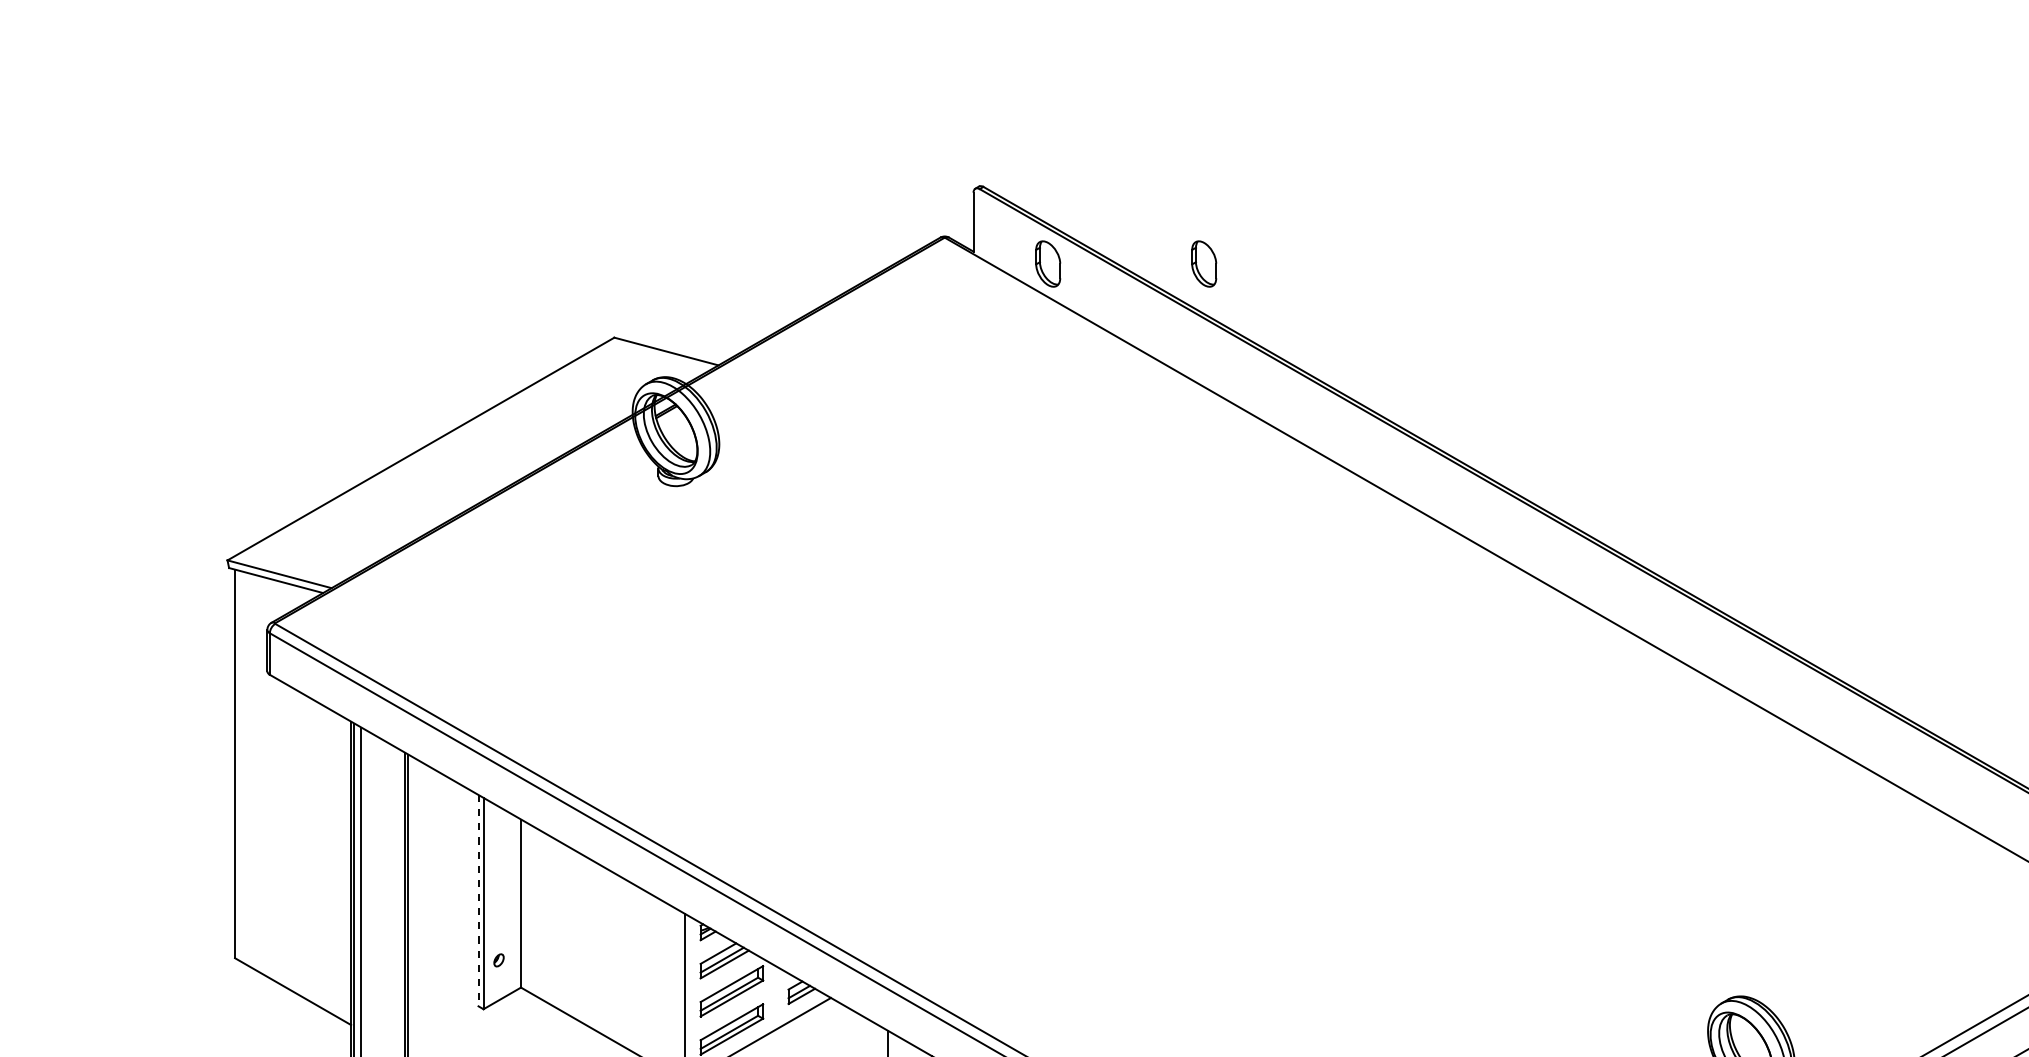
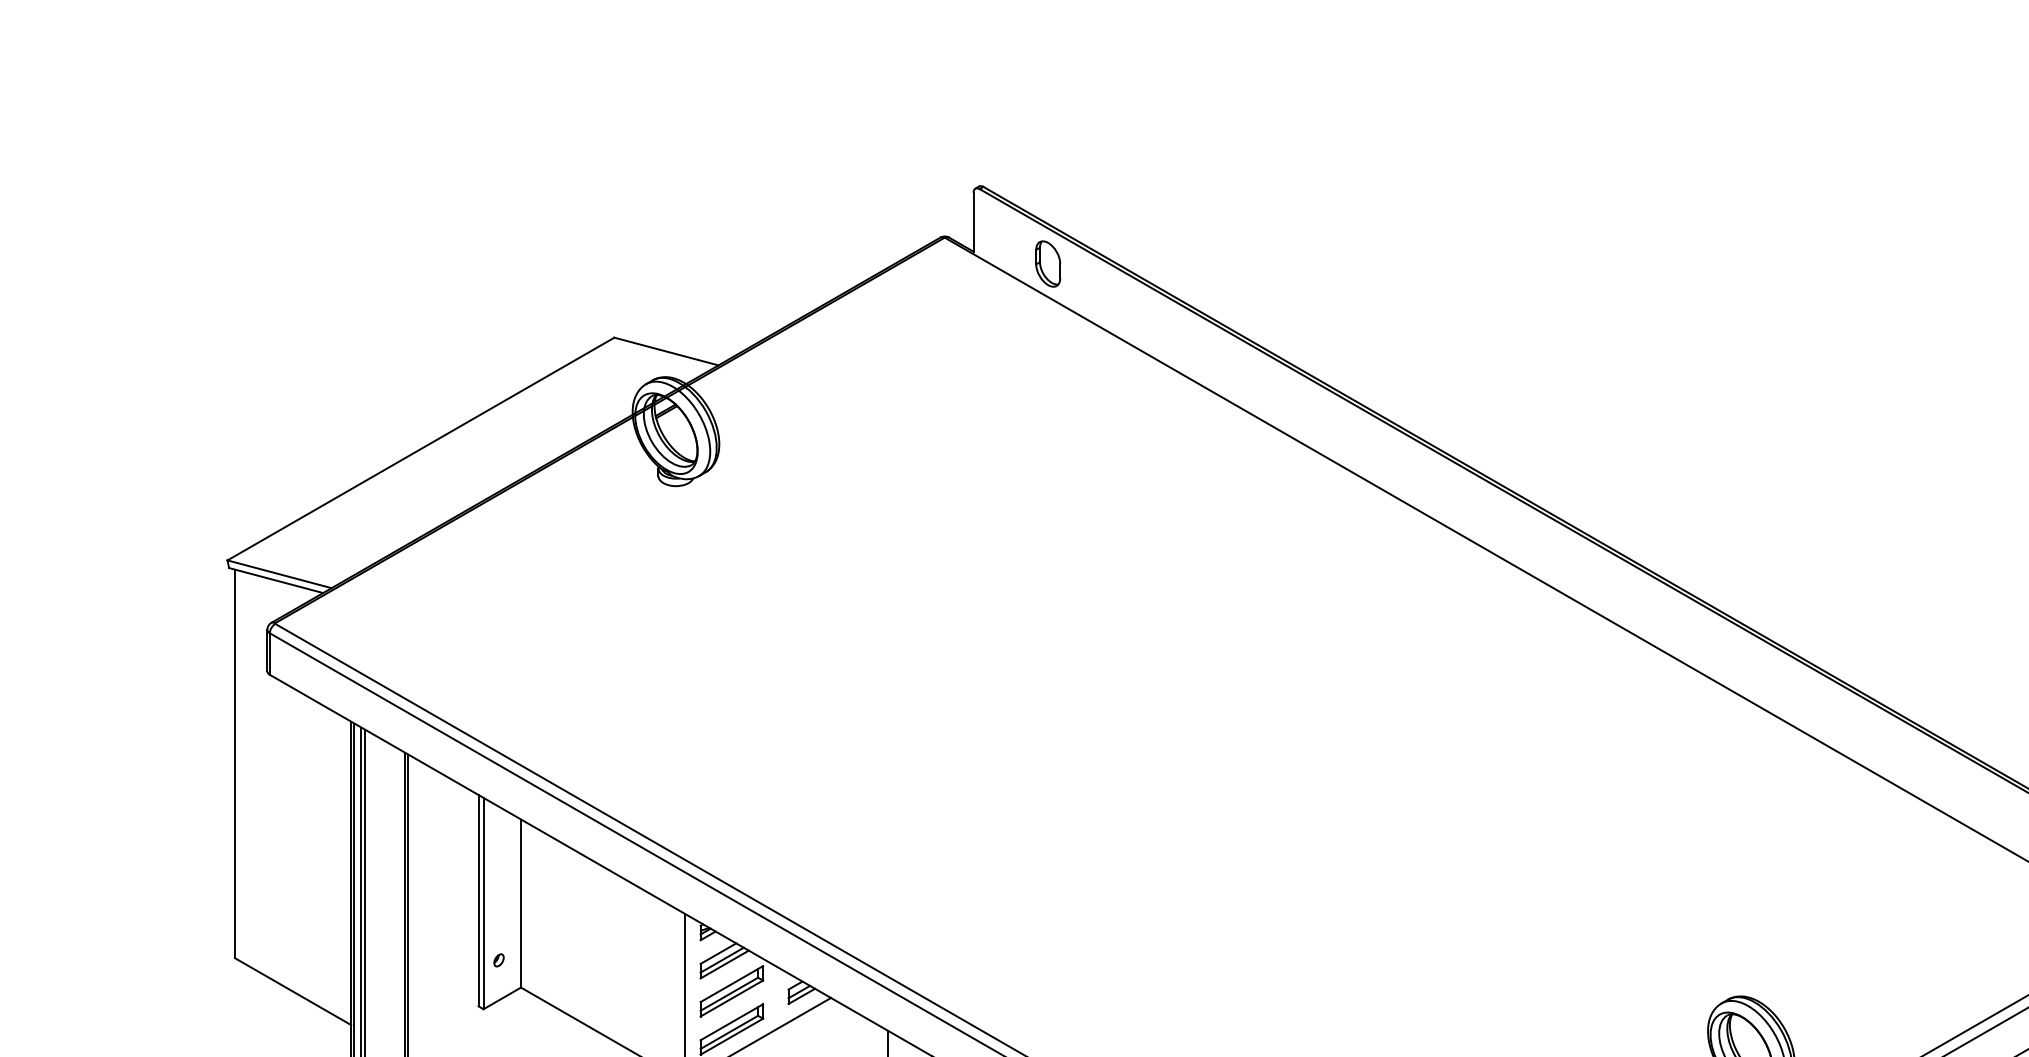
part at (1204, 263): present -> none
line at (365, 891): none -> present
line at (478, 900): dashed -> solid
